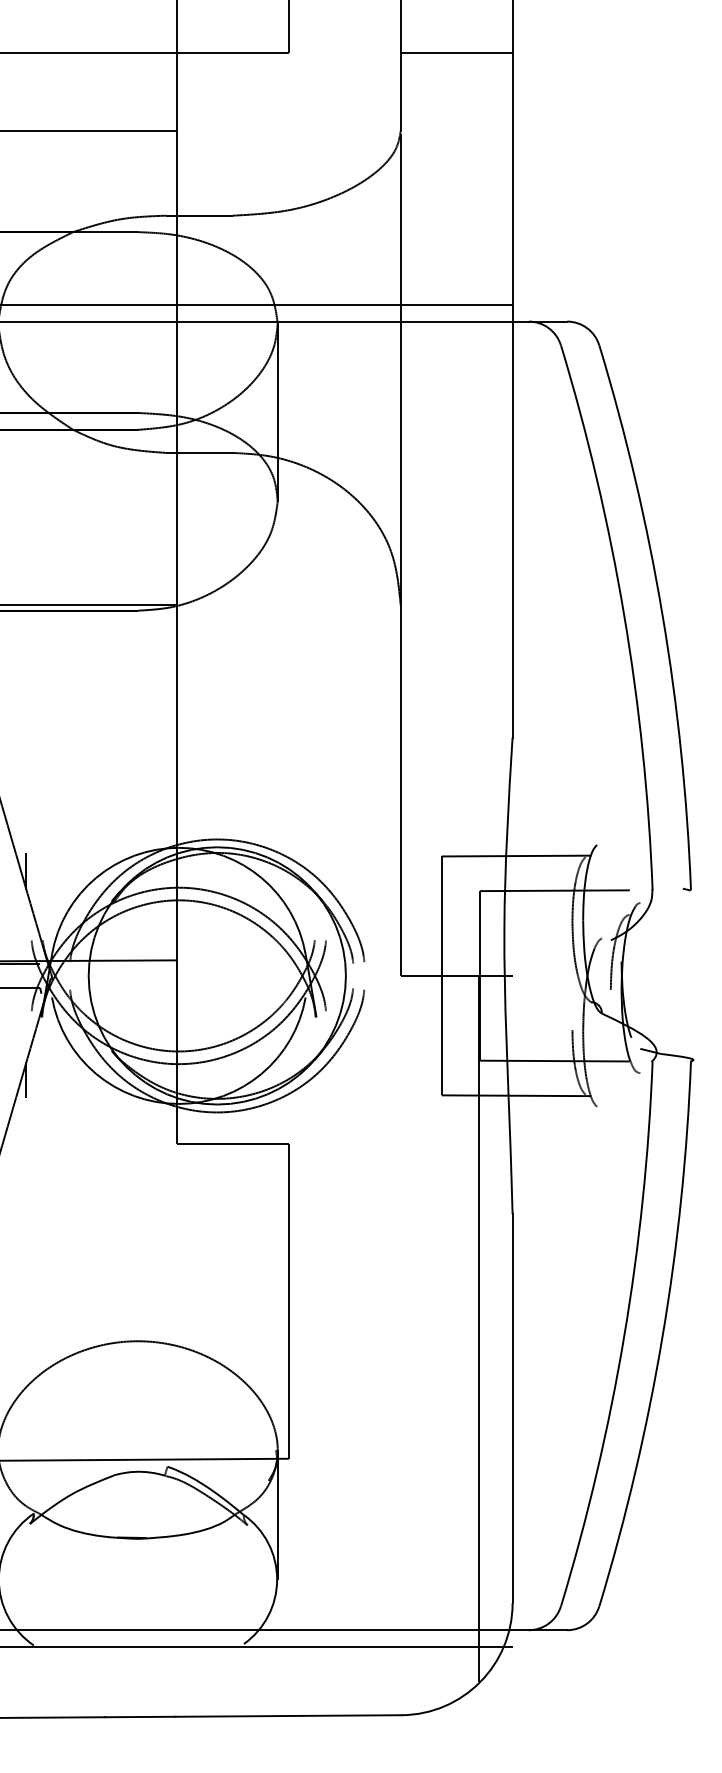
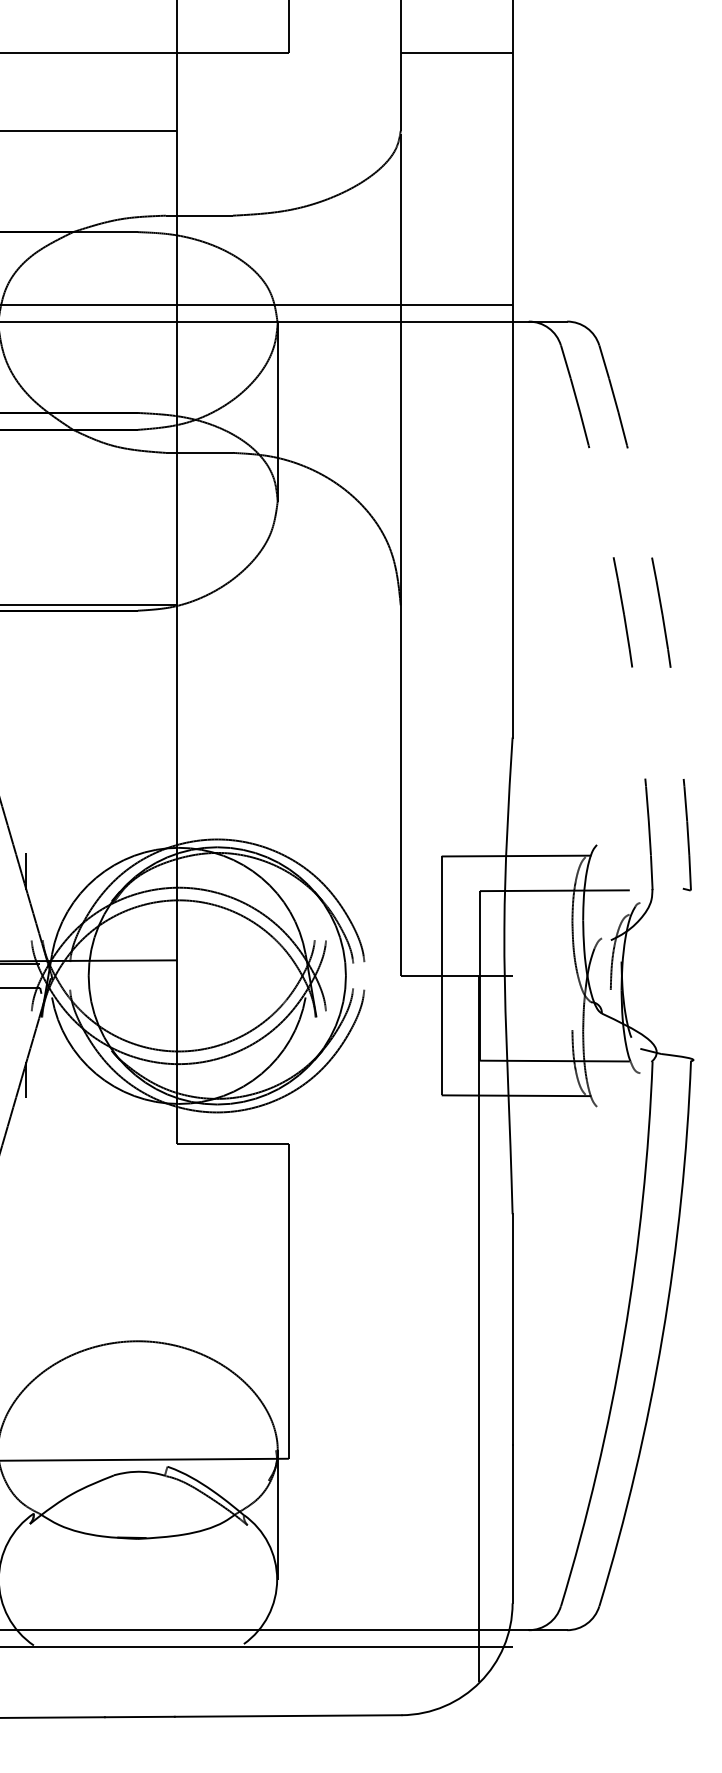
arc at (624, 614): solid -> dashed
arc at (662, 615): solid -> dashed
